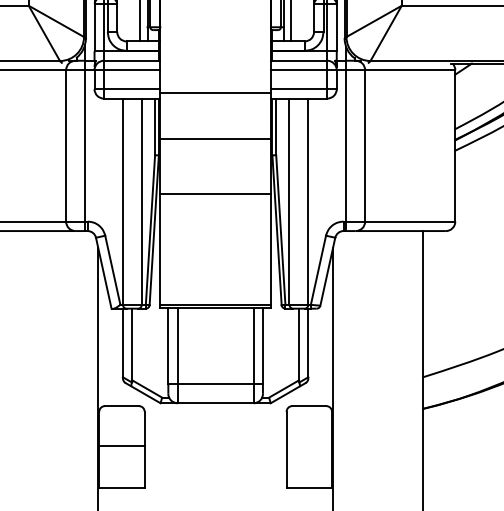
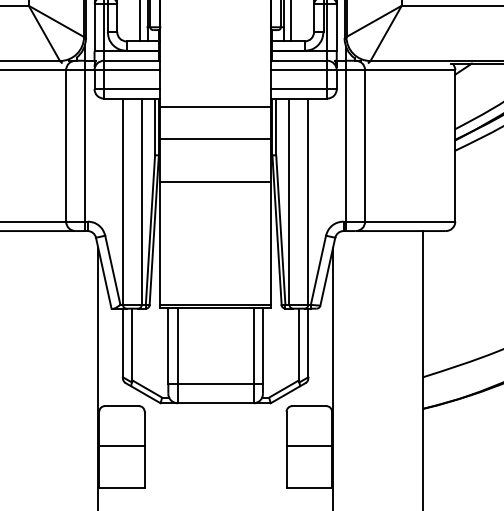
line at (215, 92) position: (215, 92) -> (215, 106)
line at (215, 193) position: (215, 193) -> (215, 181)
line at (309, 445): none -> present
